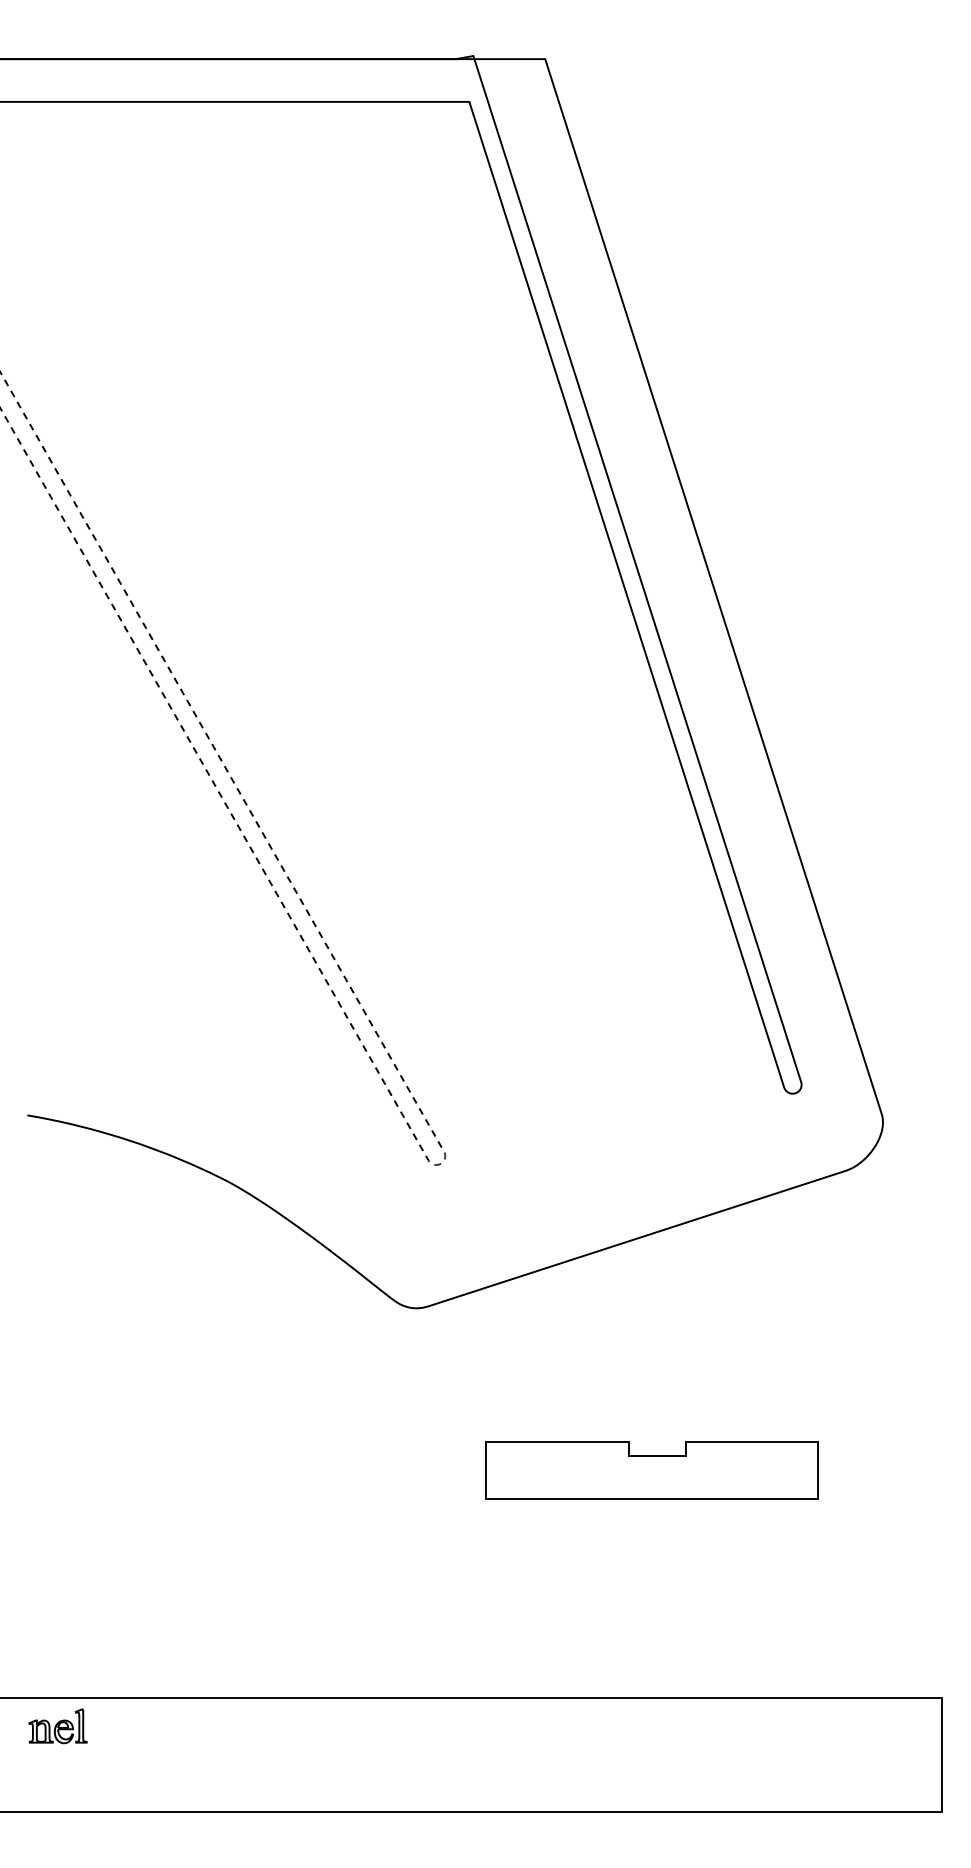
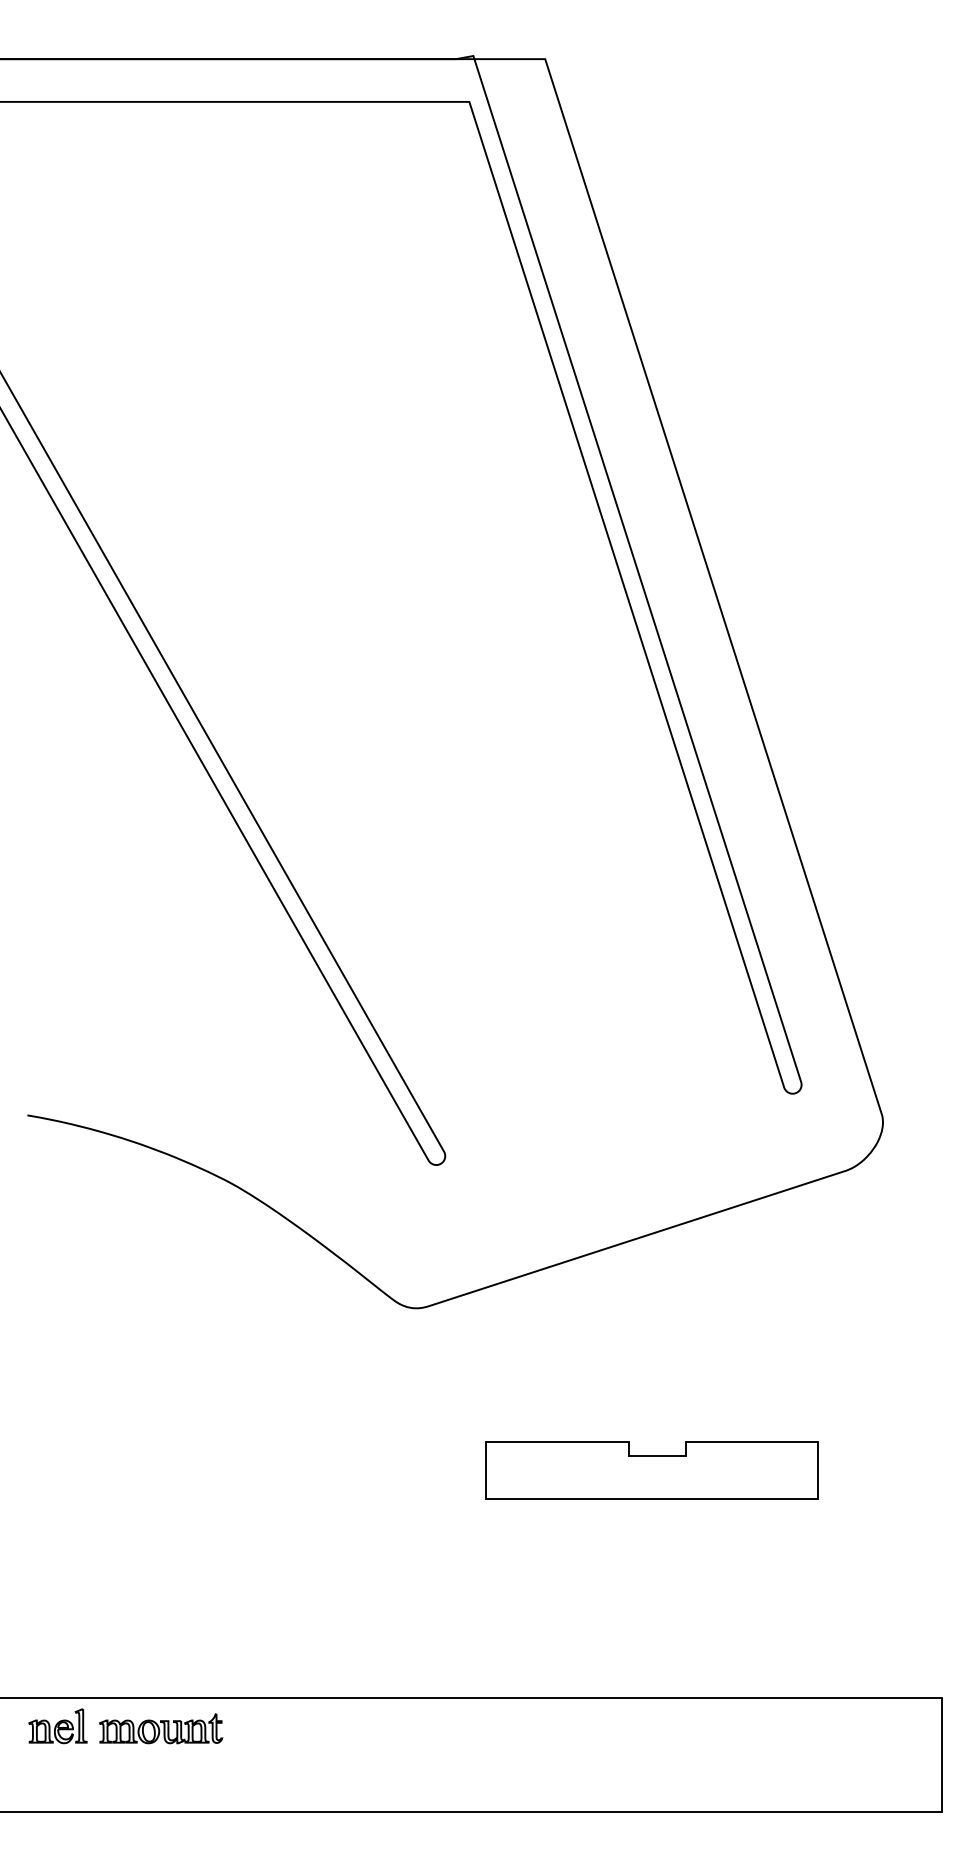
line at (445, 1156): dashed -> solid
part at (161, 1728): none -> present
